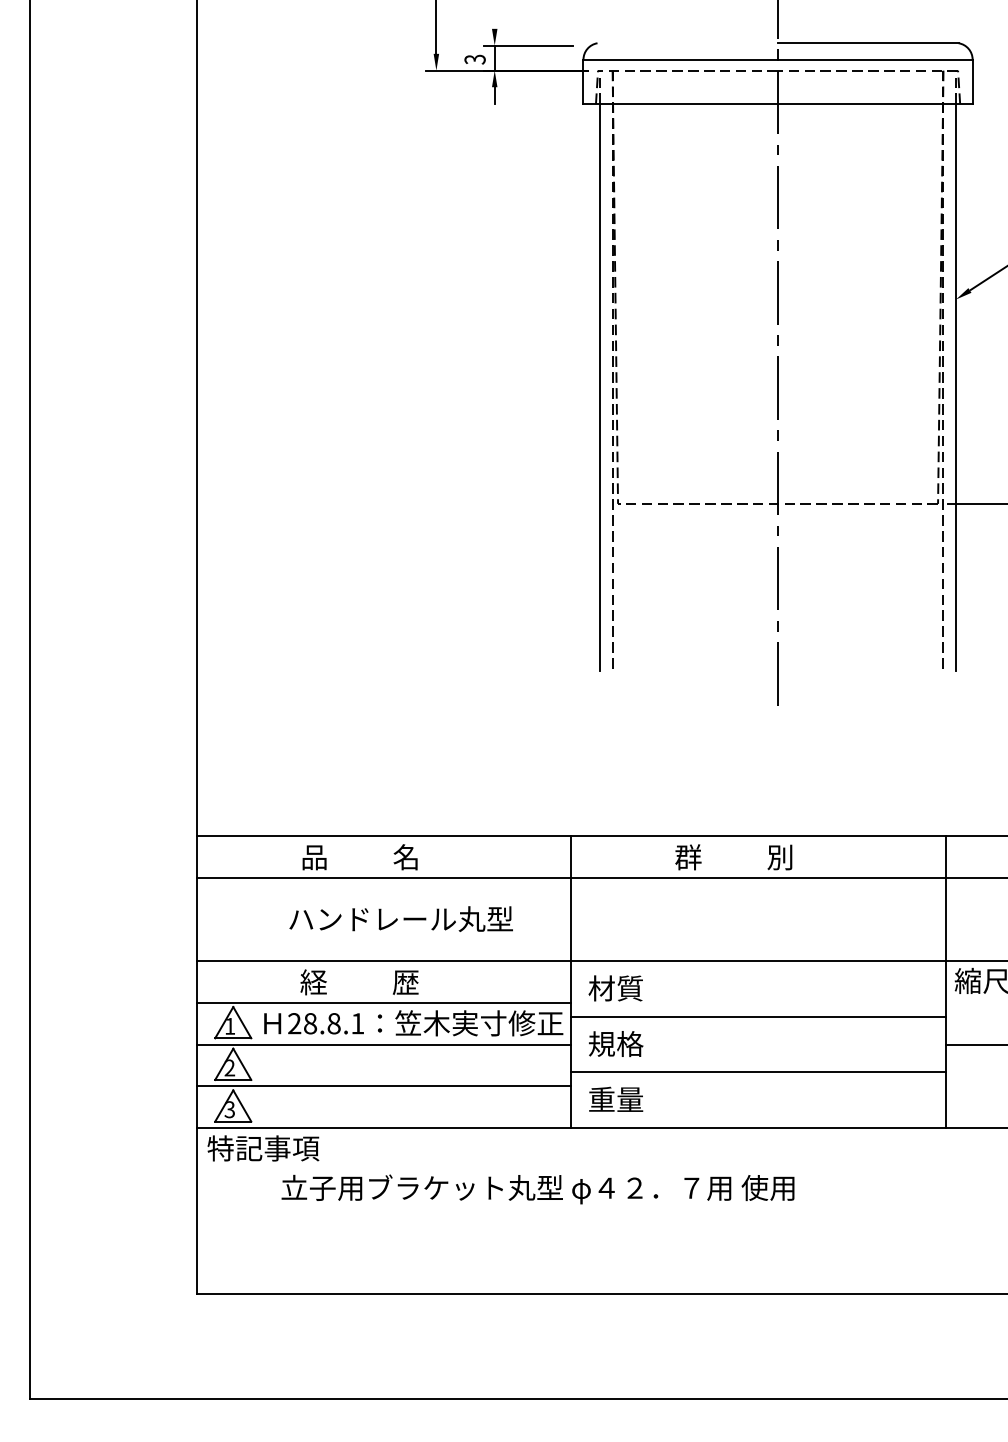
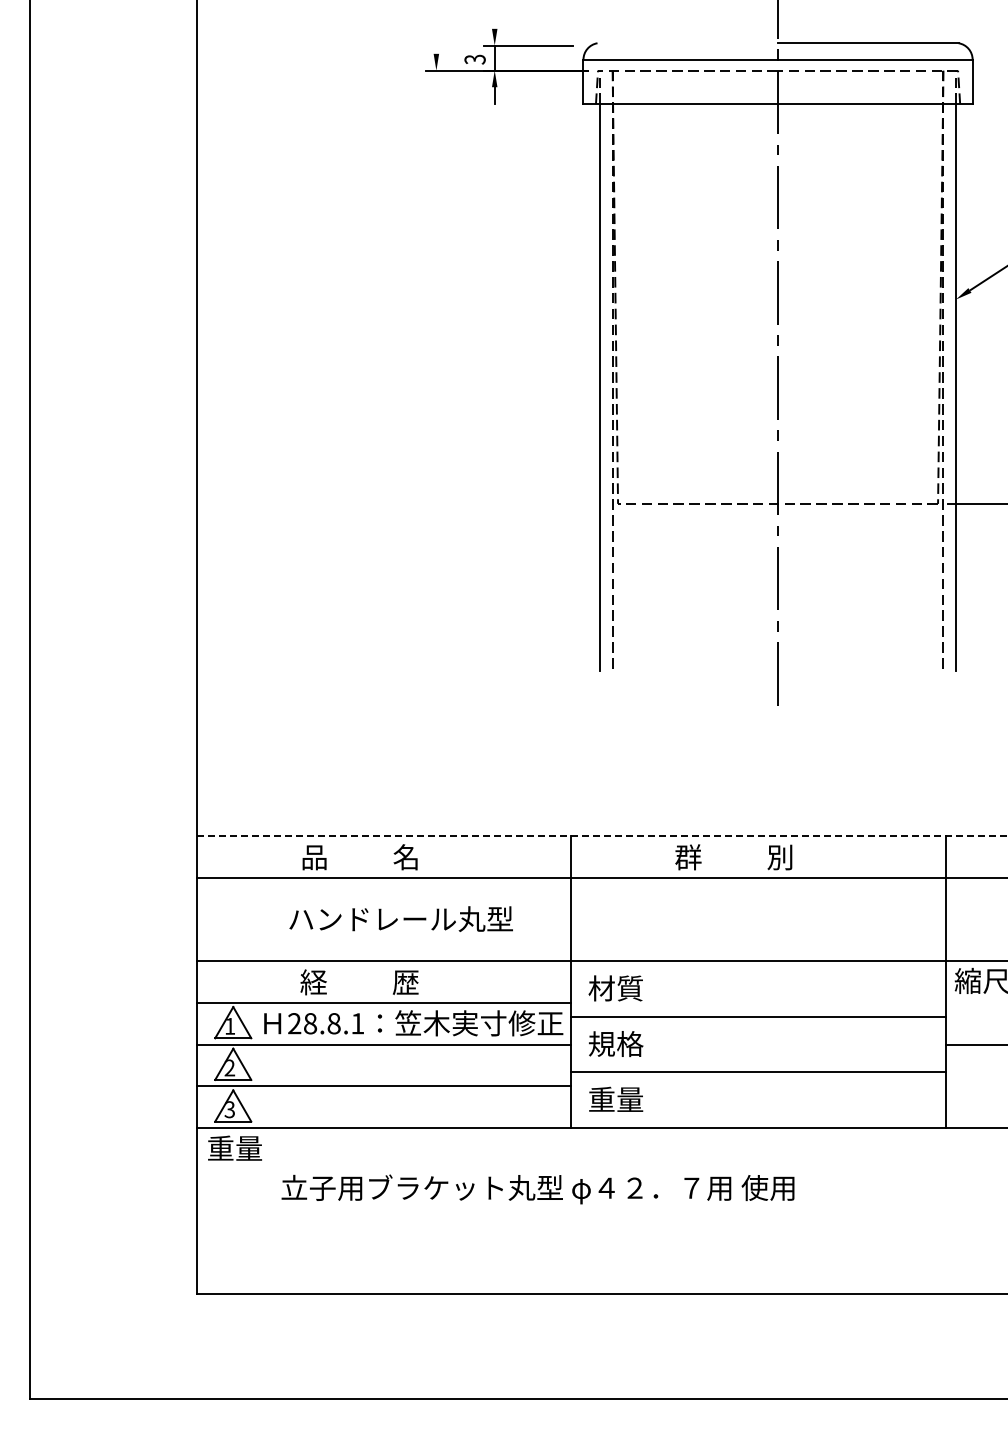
line at (436, 27): present -> none
line at (602, 836): solid -> dashed
text at (263, 1148): 特記事項 -> 重量
